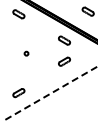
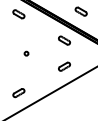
part at (87, 11) position: (87, 11) -> (80, 11)
part at (64, 61) position: (64, 61) -> (64, 66)
line at (51, 93): dashed -> solid
